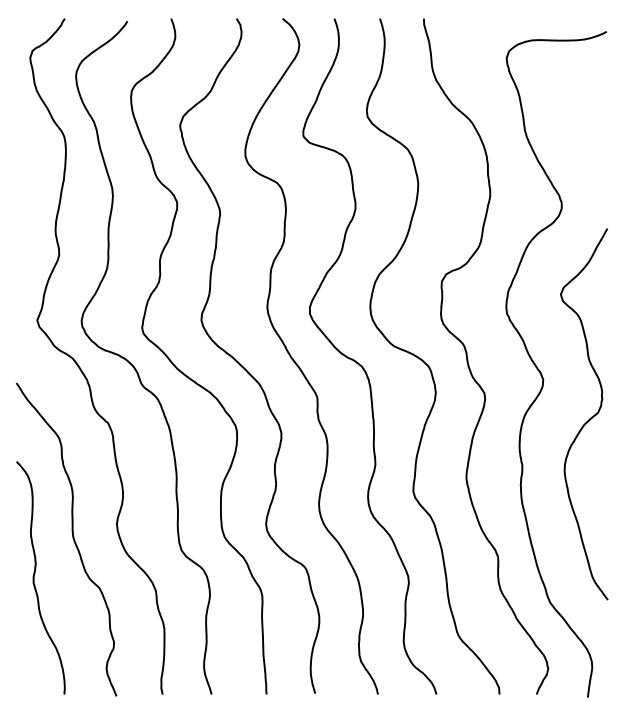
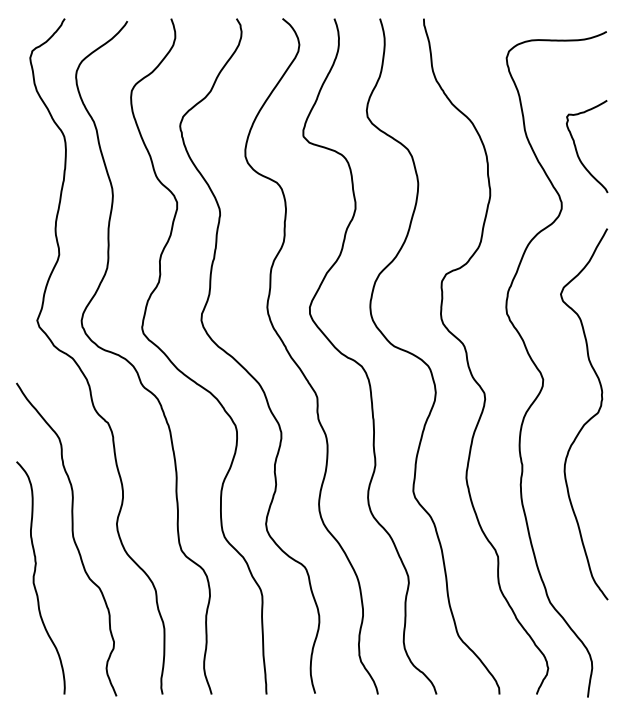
curve at (577, 150): none -> present
